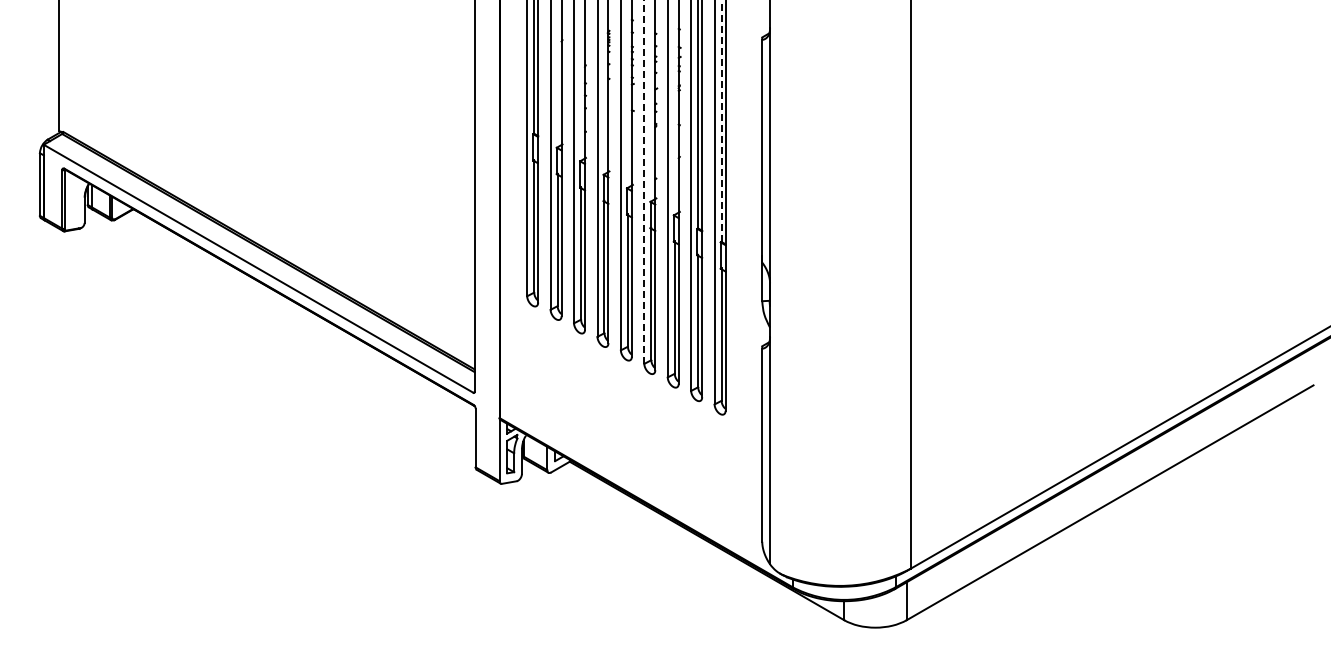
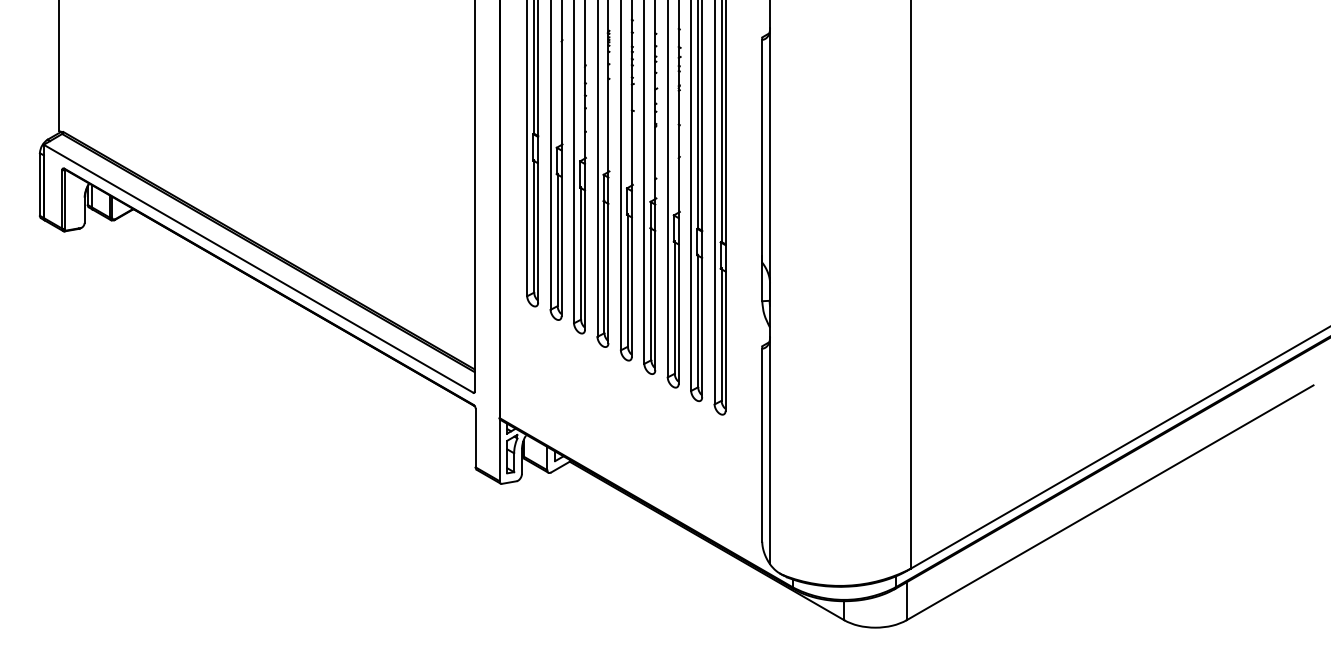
line at (721, 121): dashed -> solid
line at (644, 182): dashed -> solid
